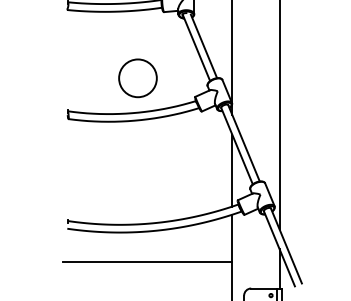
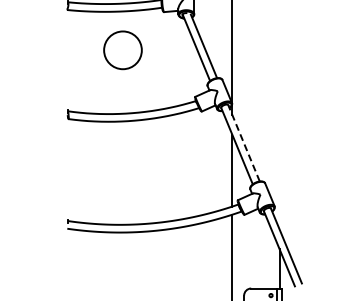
circle at (137, 78) position: (137, 78) -> (122, 50)
line at (279, 115): present -> none
line at (243, 142): solid -> dashed
line at (147, 262): present -> none
